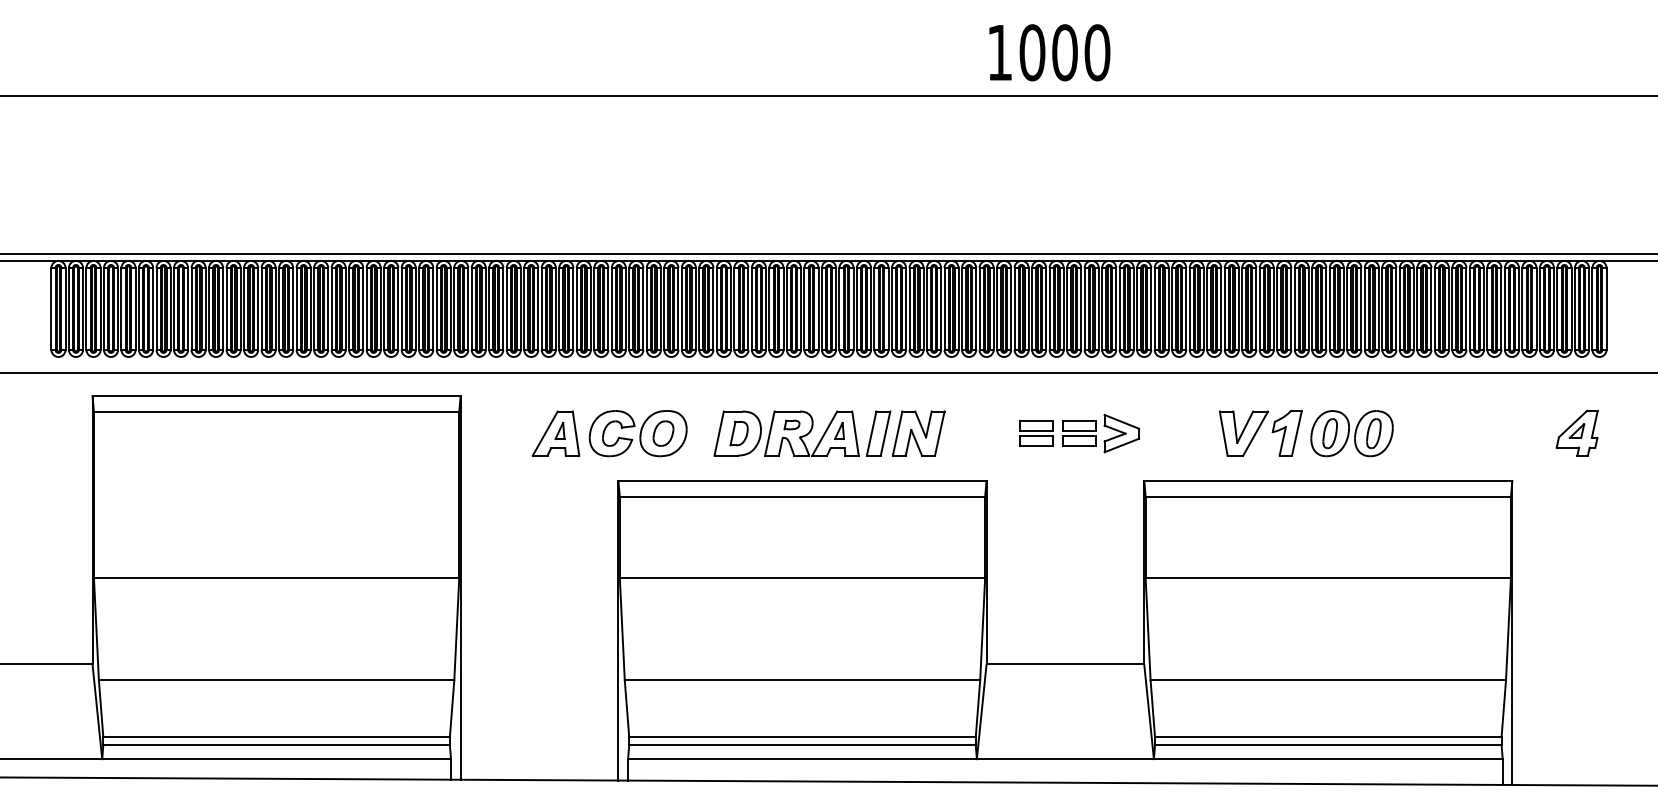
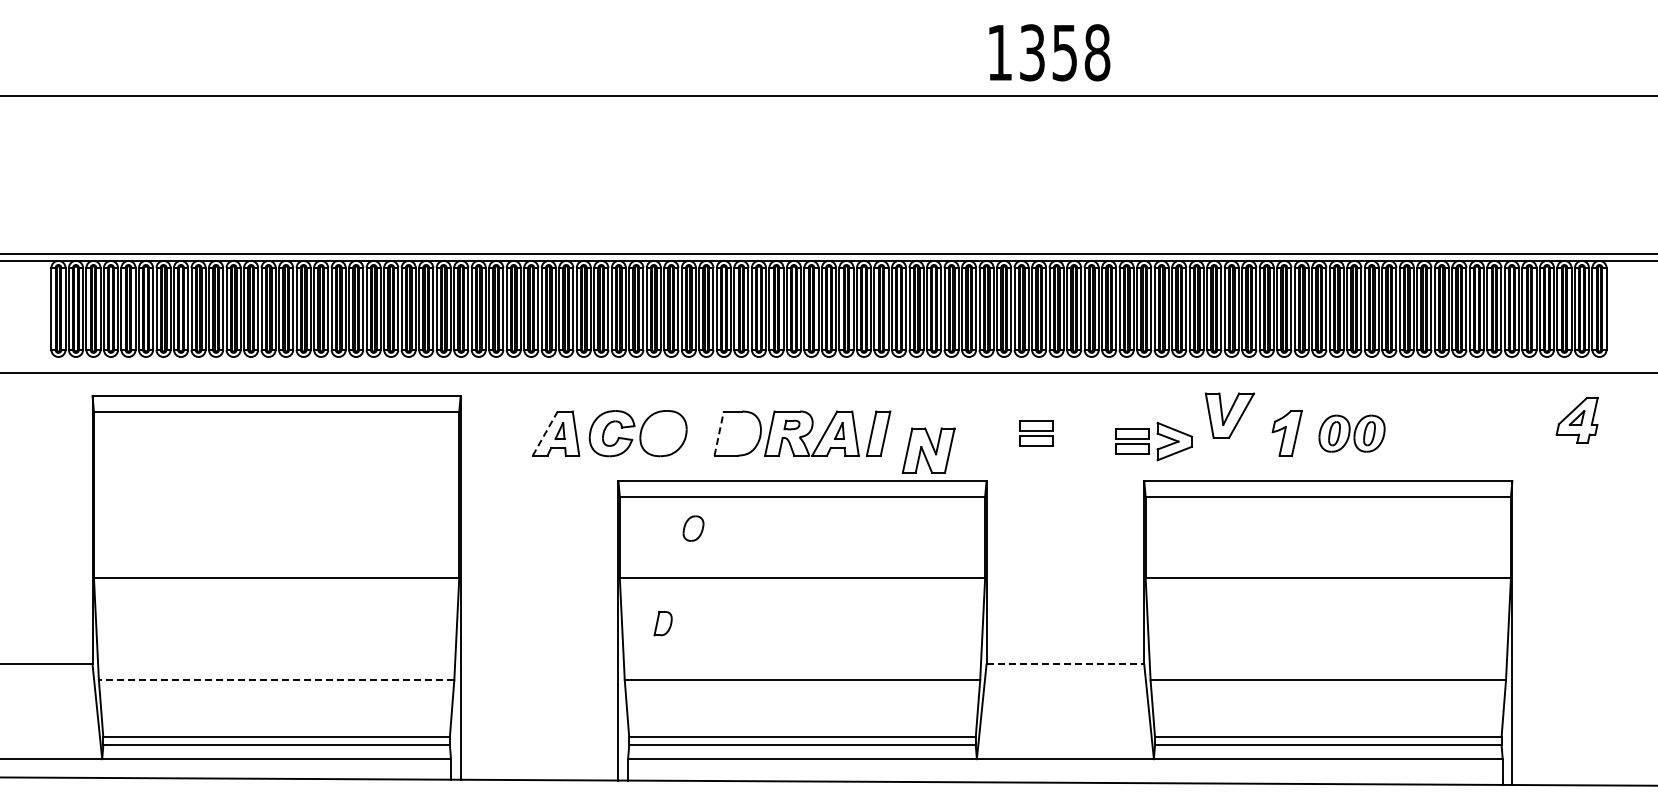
text at (1064, 52): 1000 -> 1358
line at (545, 433): solid -> dashed
part at (663, 433) position: (663, 433) -> (693, 528)
line at (719, 433): solid -> dashed
part at (738, 433) position: (738, 433) -> (662, 623)
part at (918, 433) position: (918, 433) -> (928, 450)
part at (1101, 433) position: (1101, 433) -> (1154, 441)
part at (1243, 433) position: (1243, 433) -> (1229, 415)
part at (1351, 433) size: 84x48 px -> 68x39 px
part at (1576, 433) position: (1576, 433) -> (1576, 420)
line at (1065, 664): solid -> dashed
line at (276, 680): solid -> dashed
